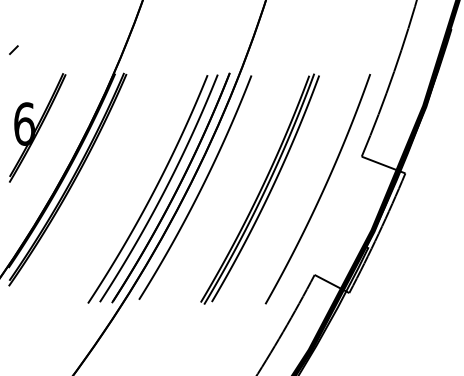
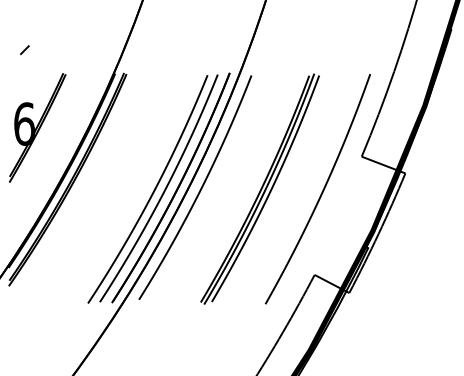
line at (13, 49) position: (13, 49) -> (24, 49)
